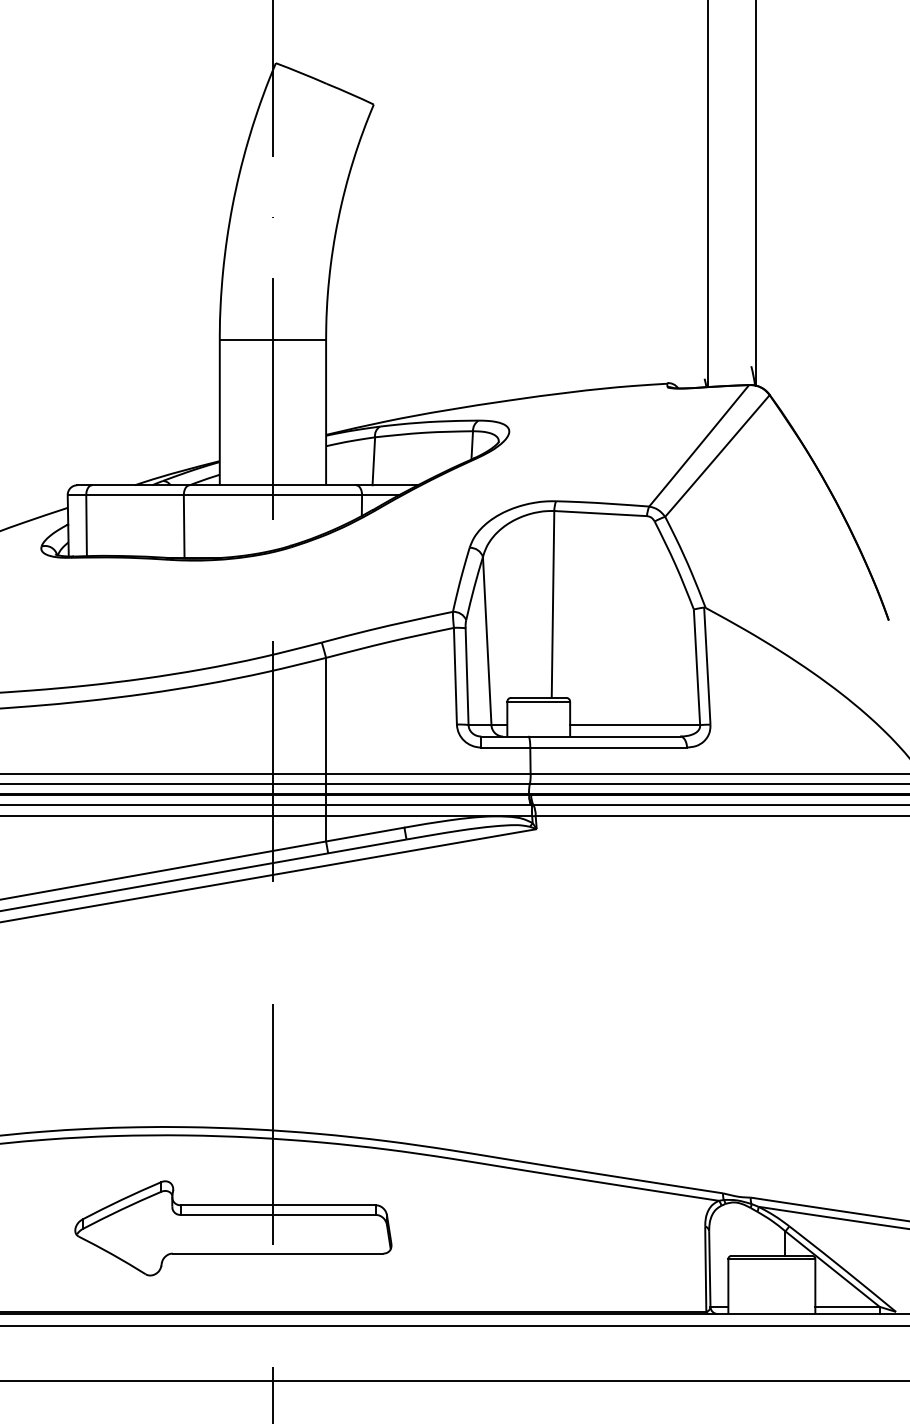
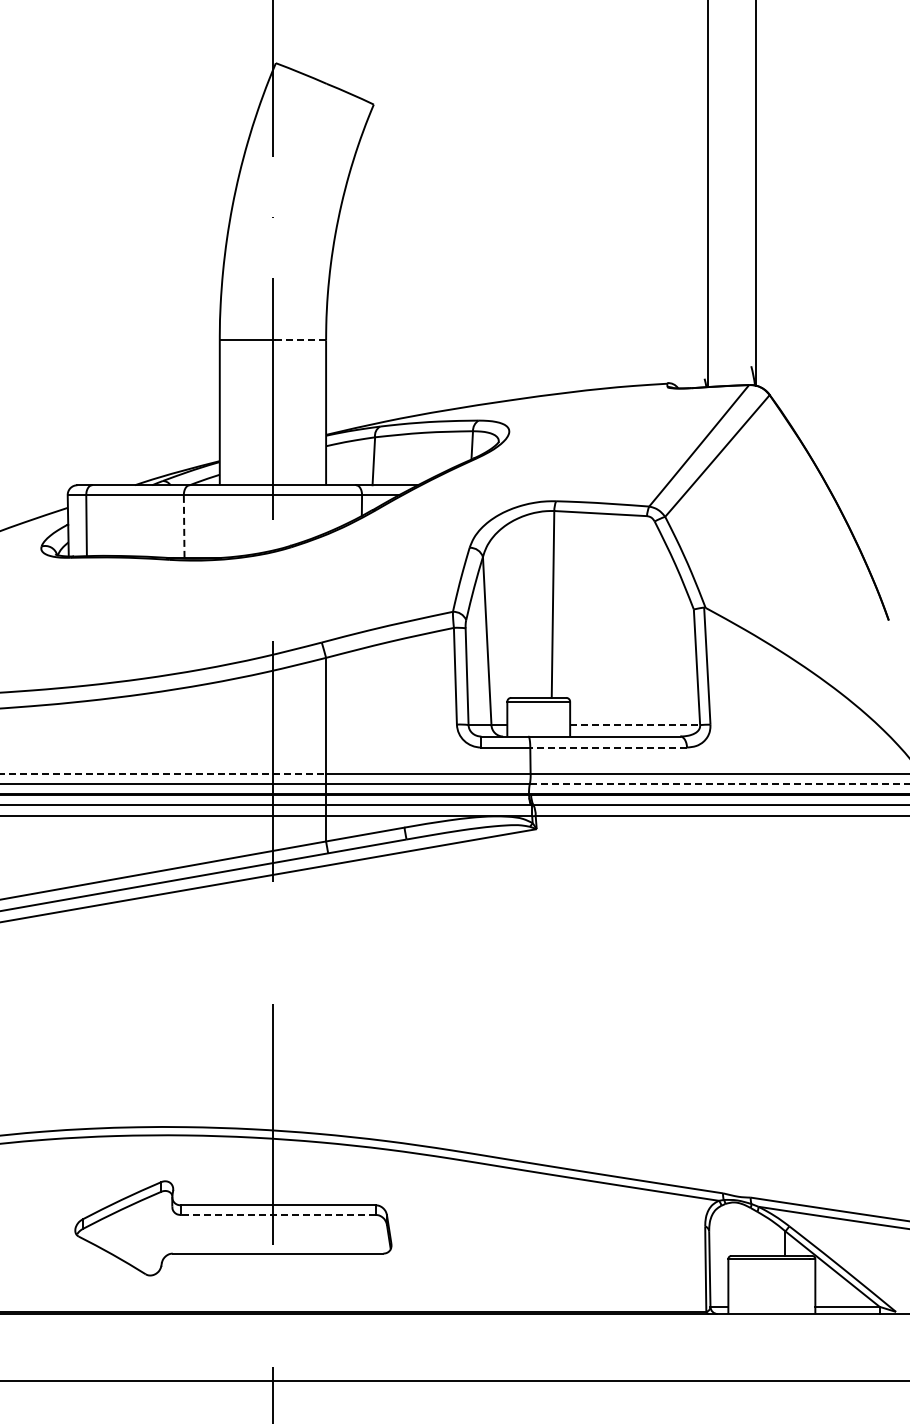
line at (300, 340): solid -> dashed
line at (184, 525): solid -> dashed
line at (635, 725): solid -> dashed
line at (608, 747): solid -> dashed
line at (163, 774): solid -> dashed
line at (719, 783): solid -> dashed
line at (278, 1214): solid -> dashed
line at (454, 1326): present -> none
